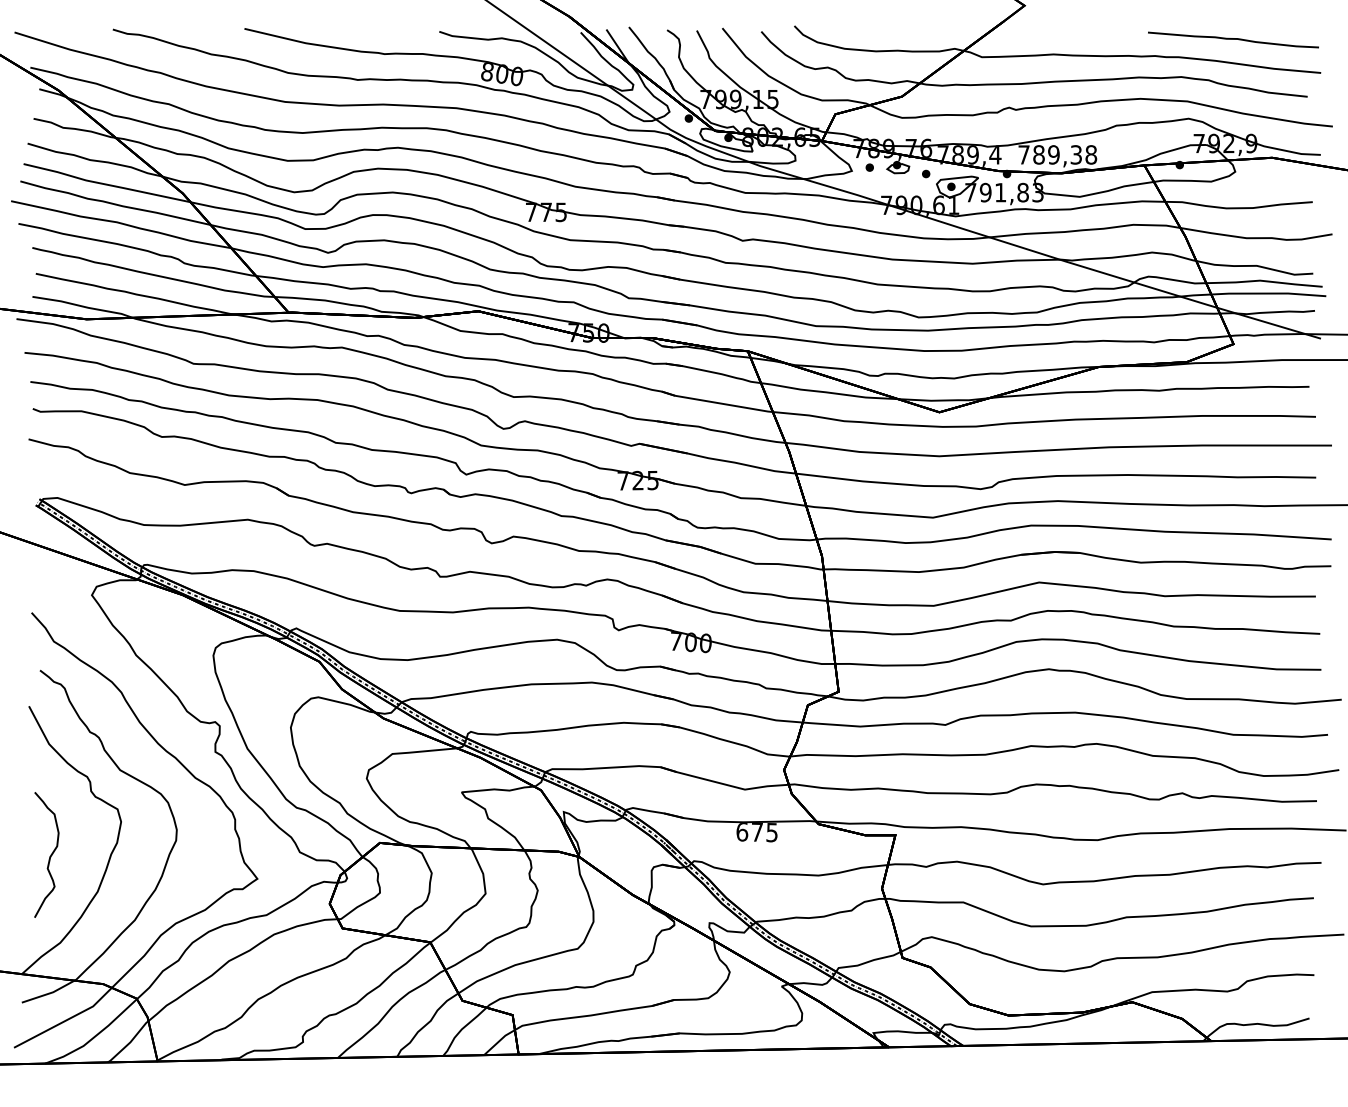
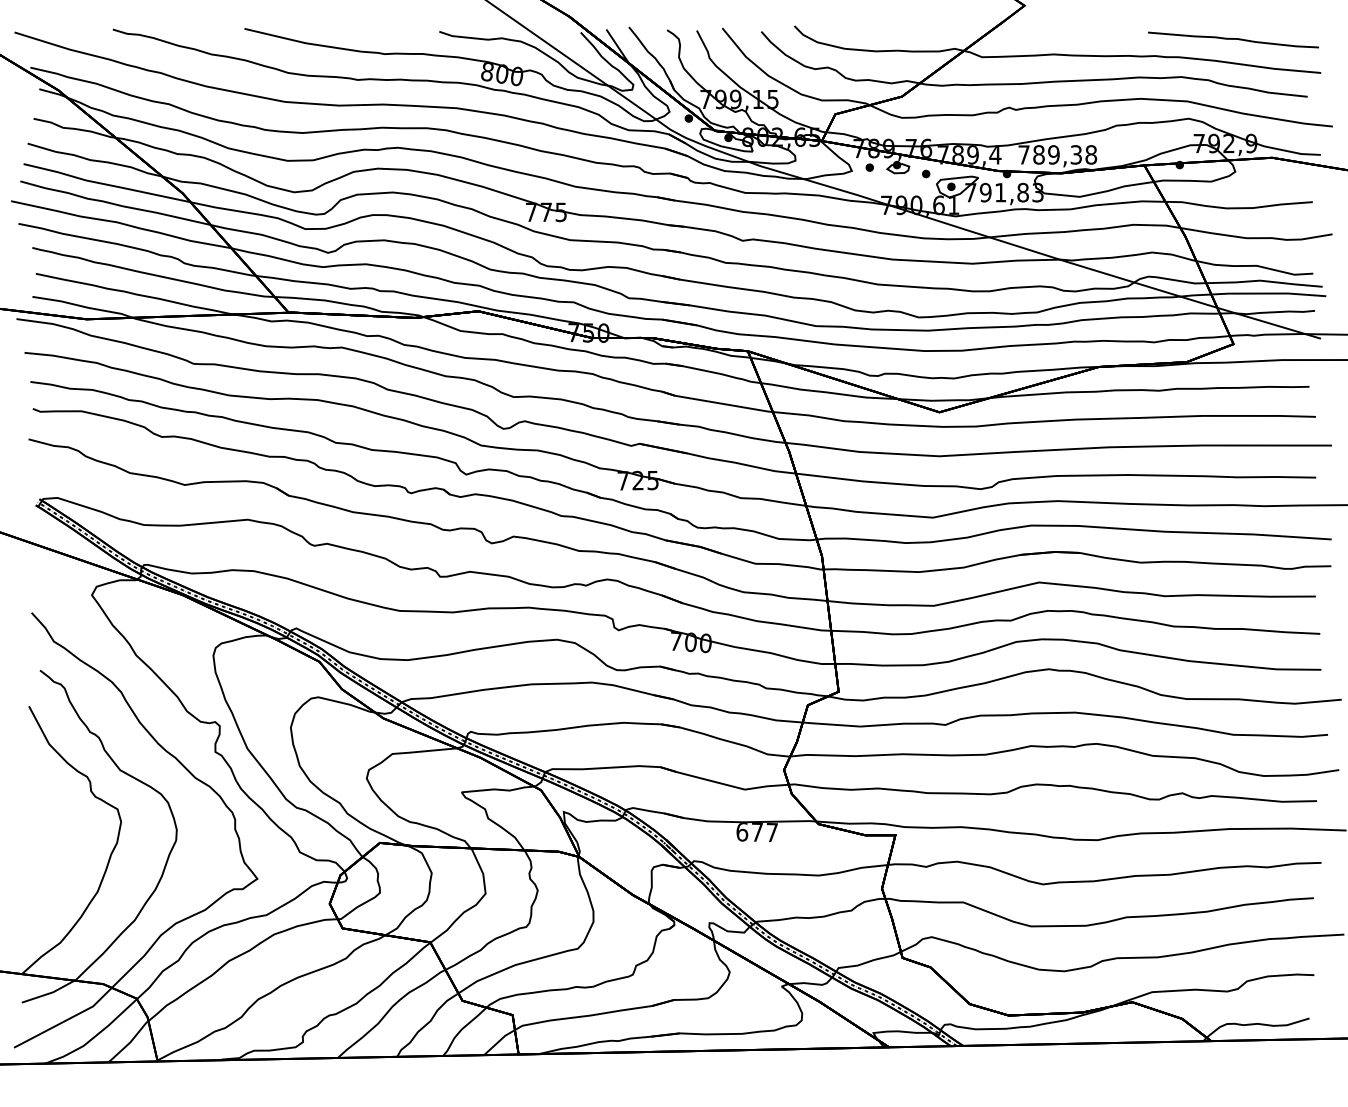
text at (771, 832): 675 -> 677
curve at (49, 856): present -> none
